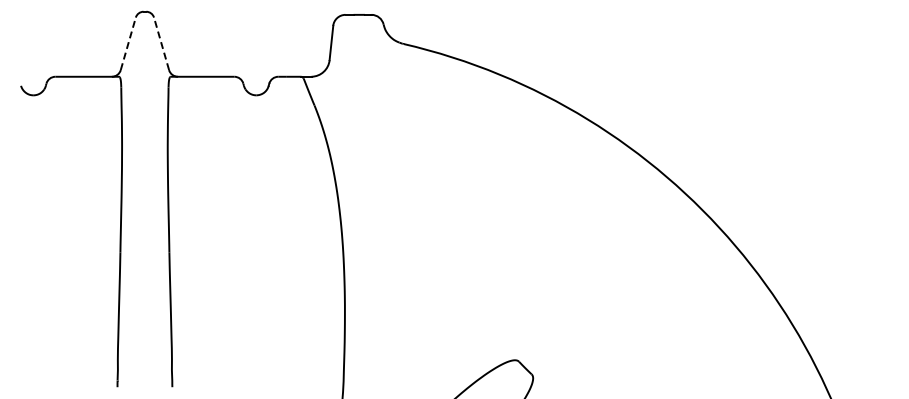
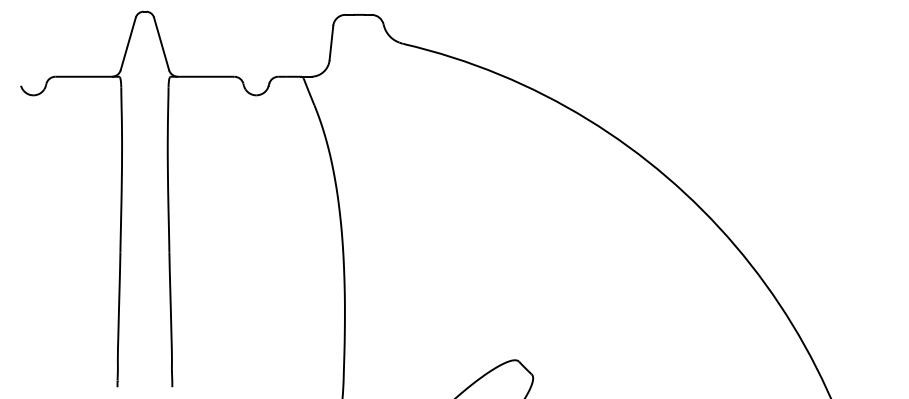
line at (128, 43): dashed -> solid
line at (161, 43): dashed -> solid
